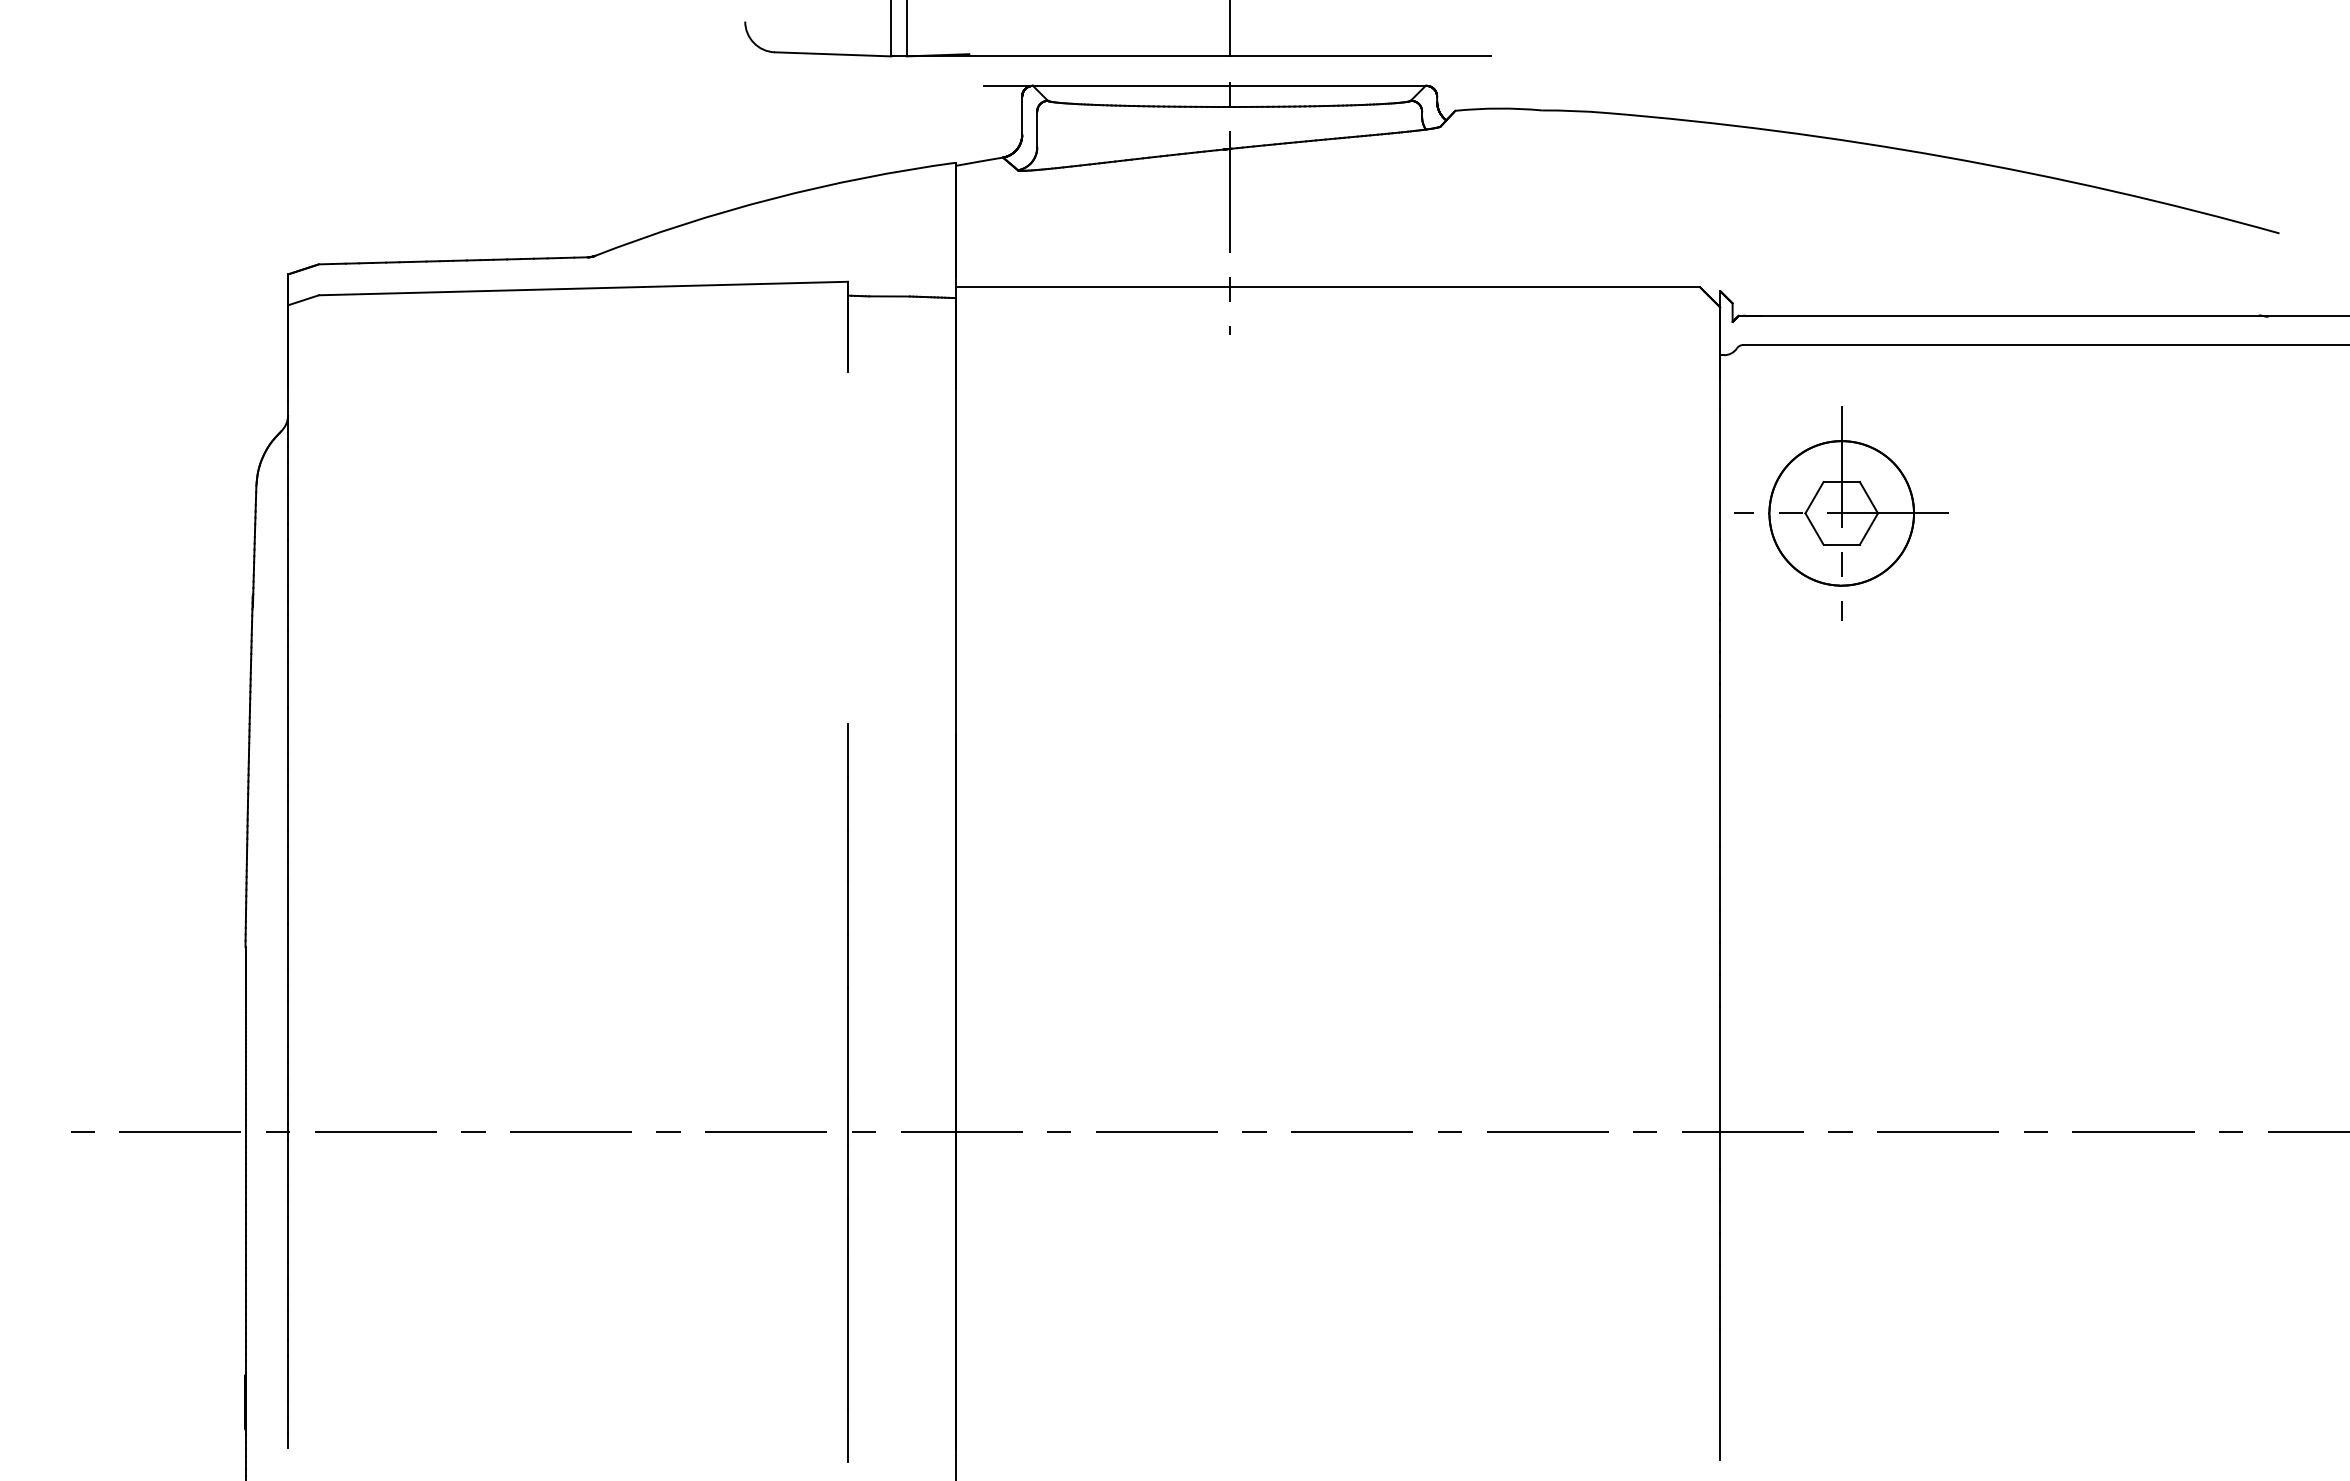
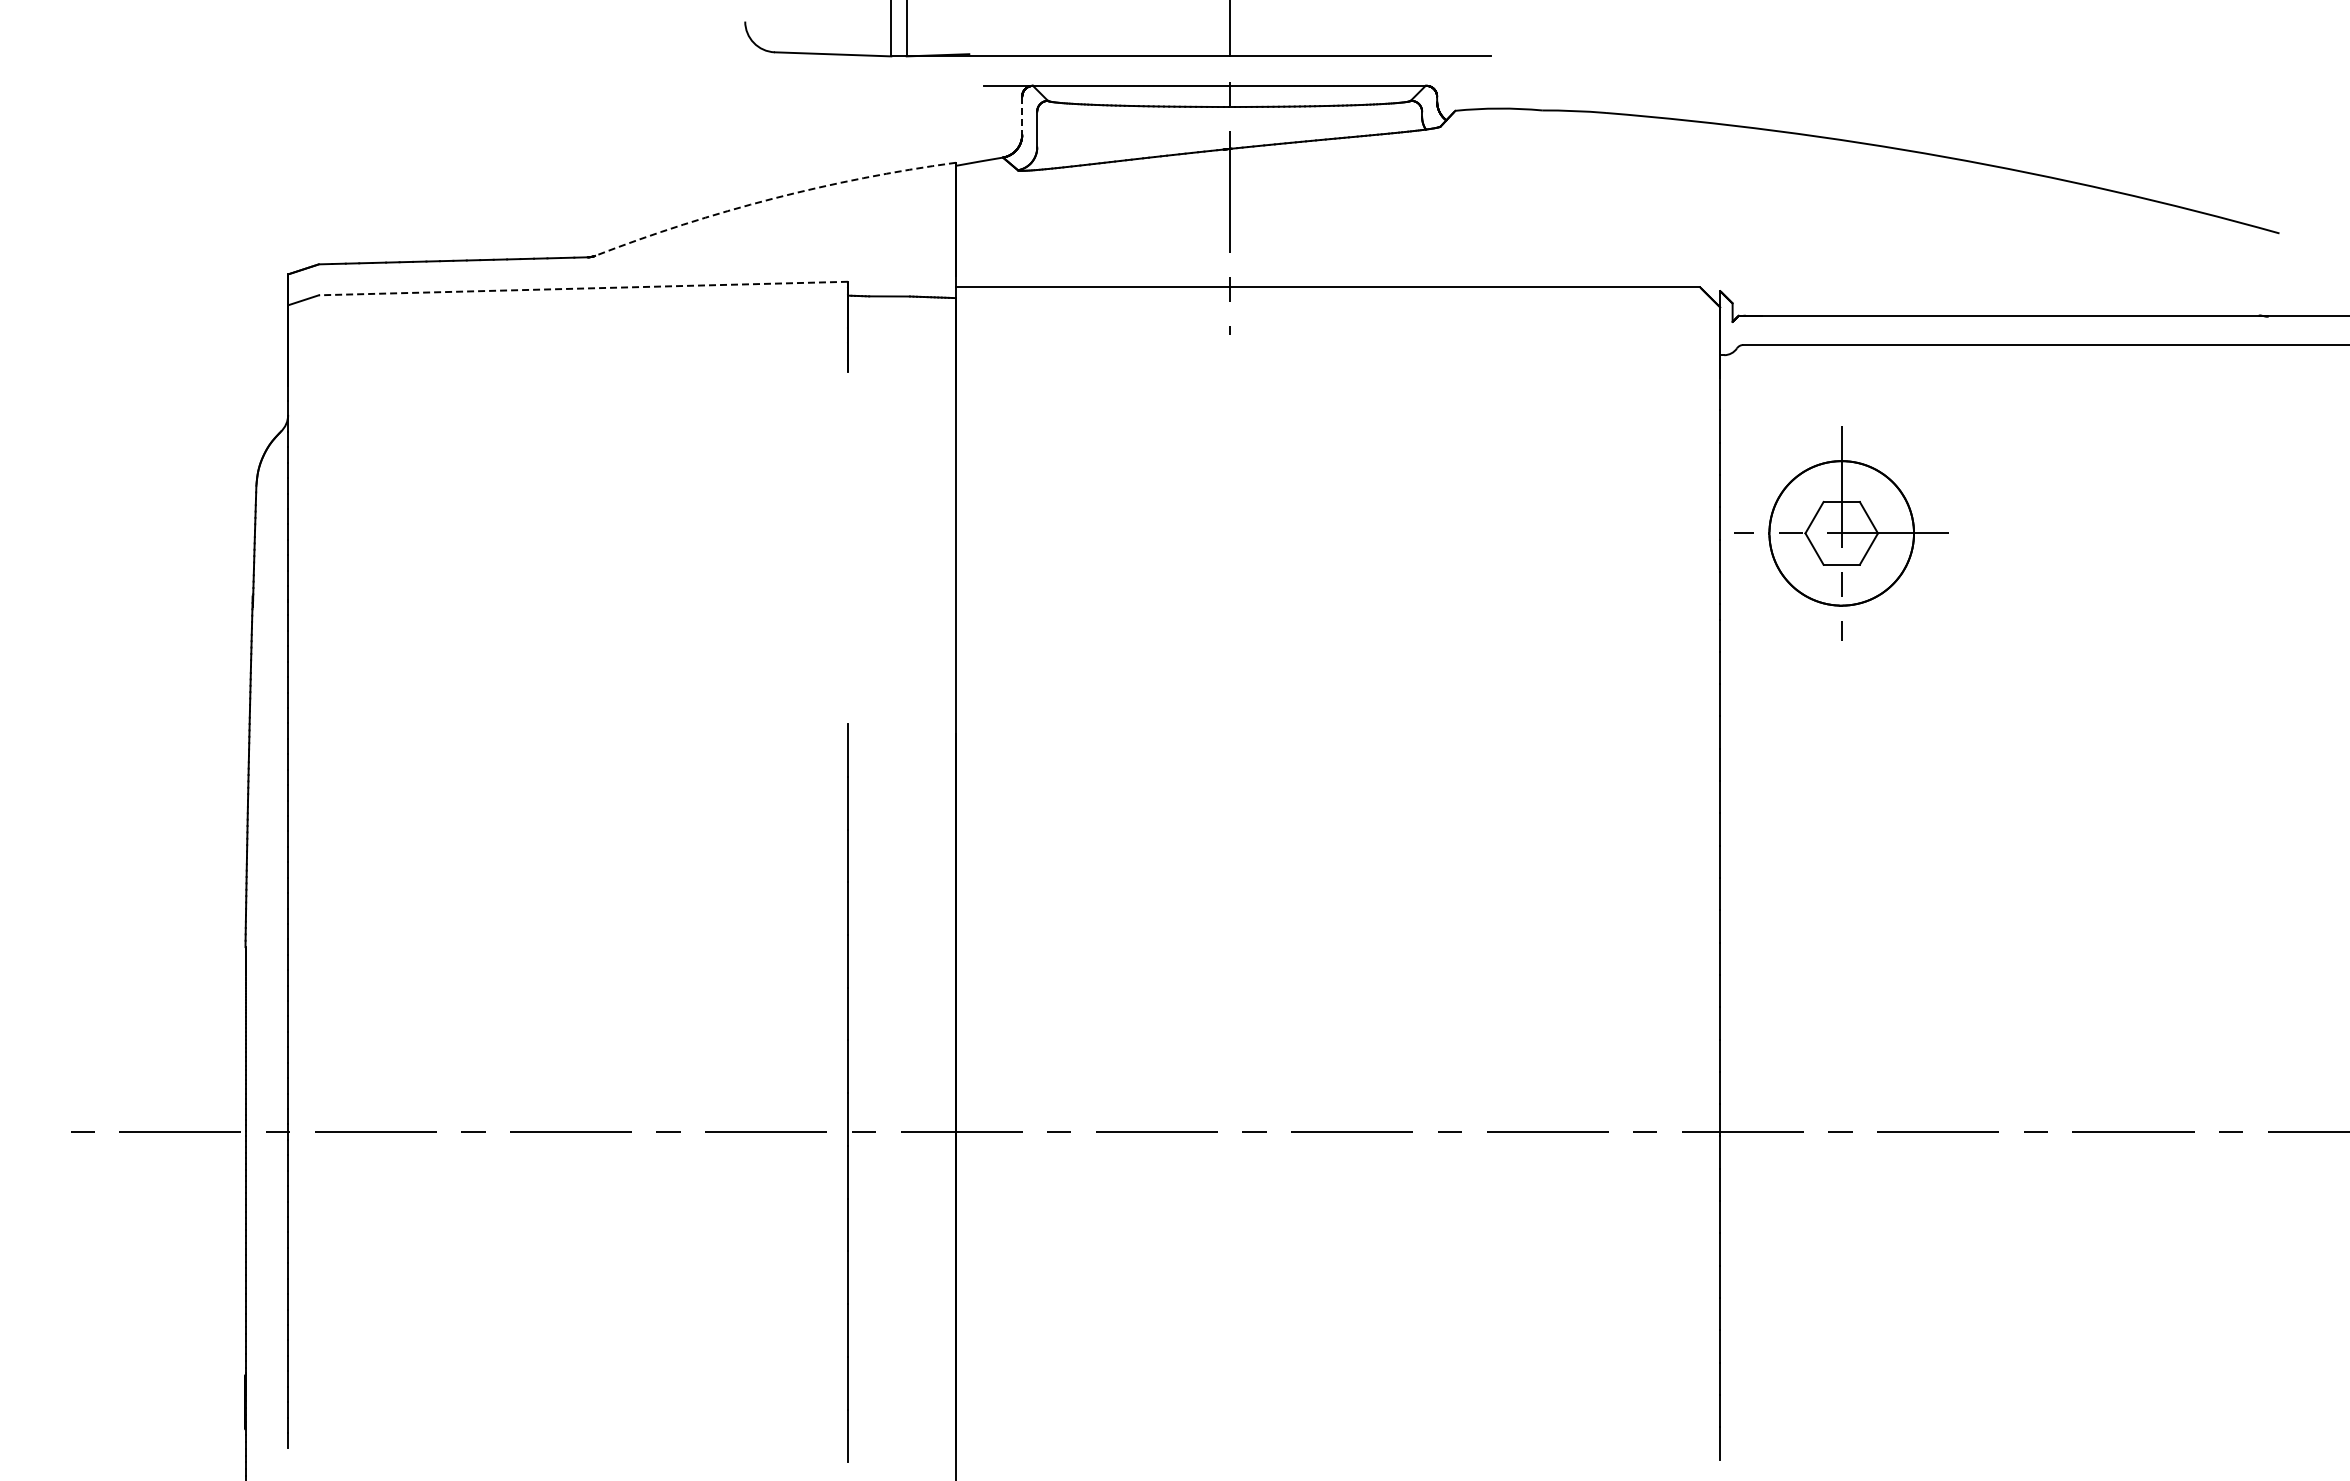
line at (1022, 116): solid -> dashed
arc at (772, 198): solid -> dashed
line at (583, 288): solid -> dashed
part at (1841, 513) position: (1841, 513) -> (1841, 533)
